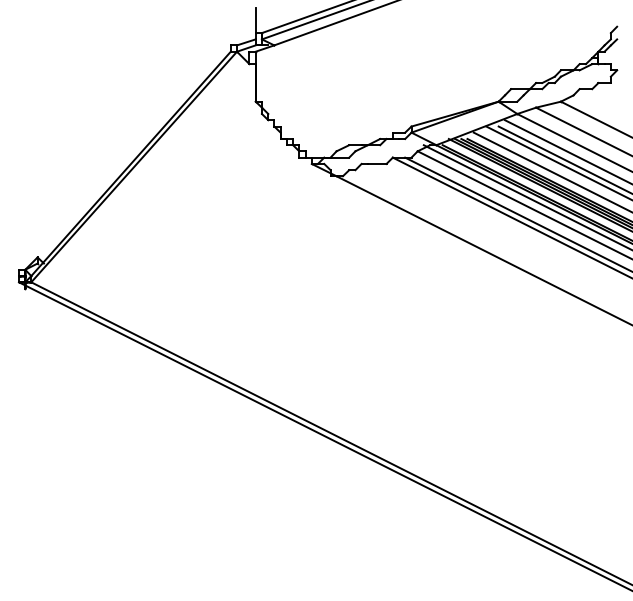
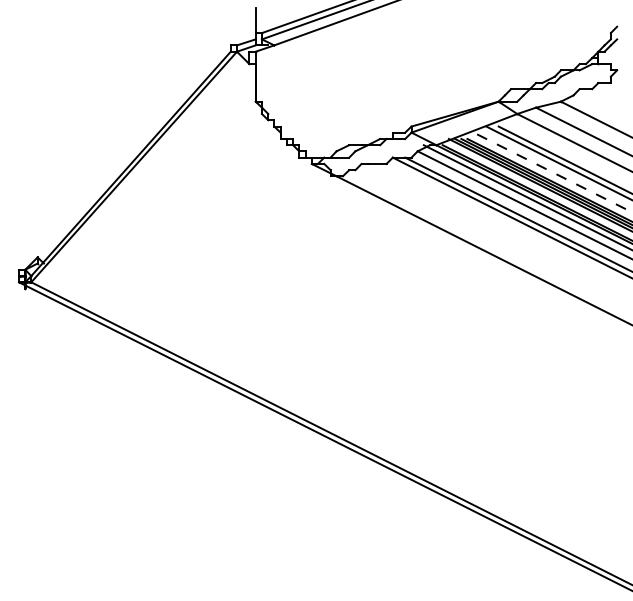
line at (566, 151): present -> none
line at (553, 172): solid -> dashed
